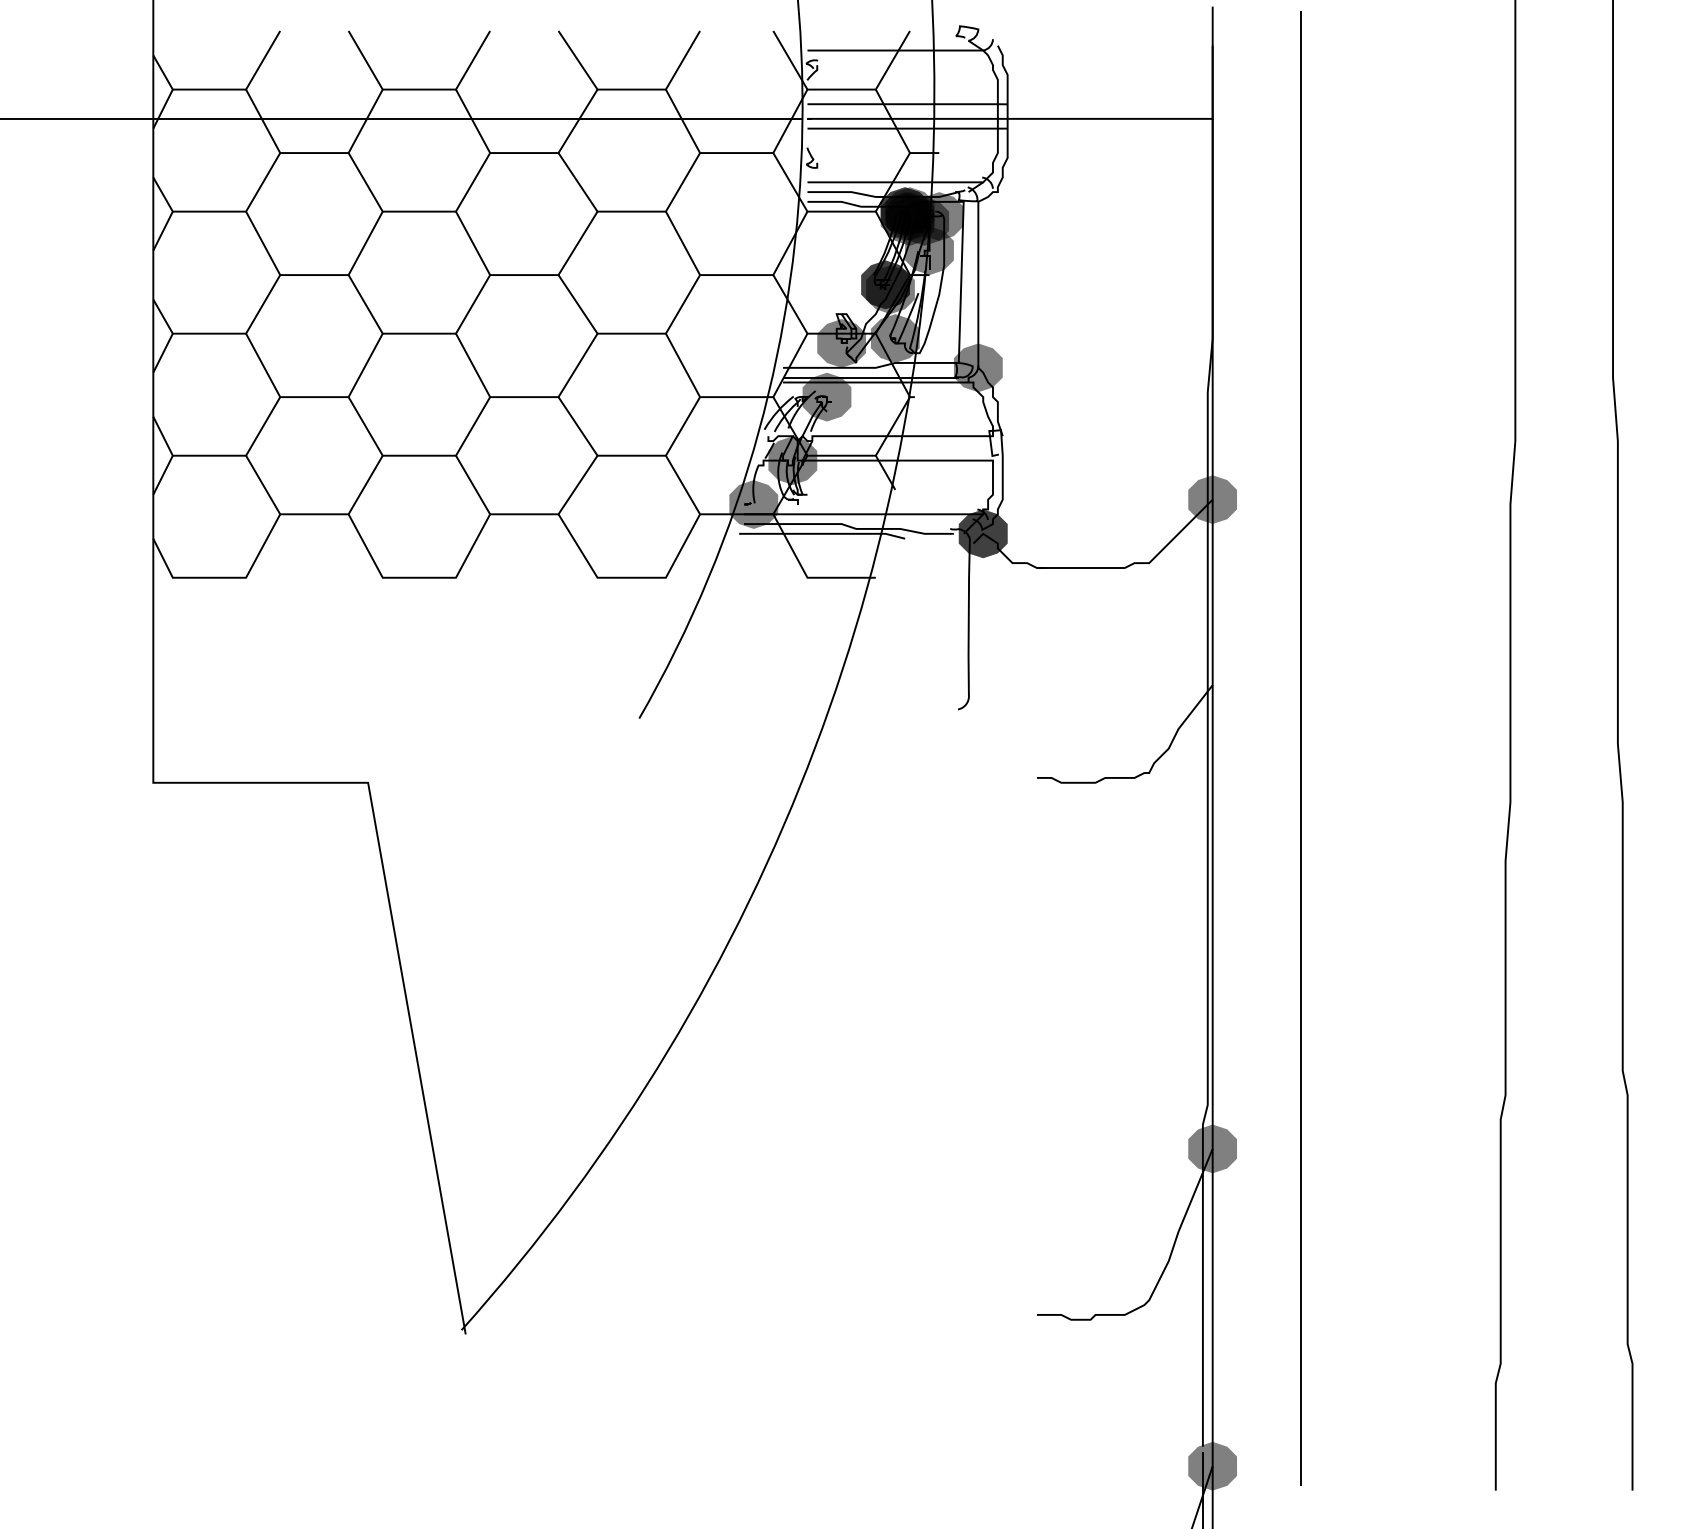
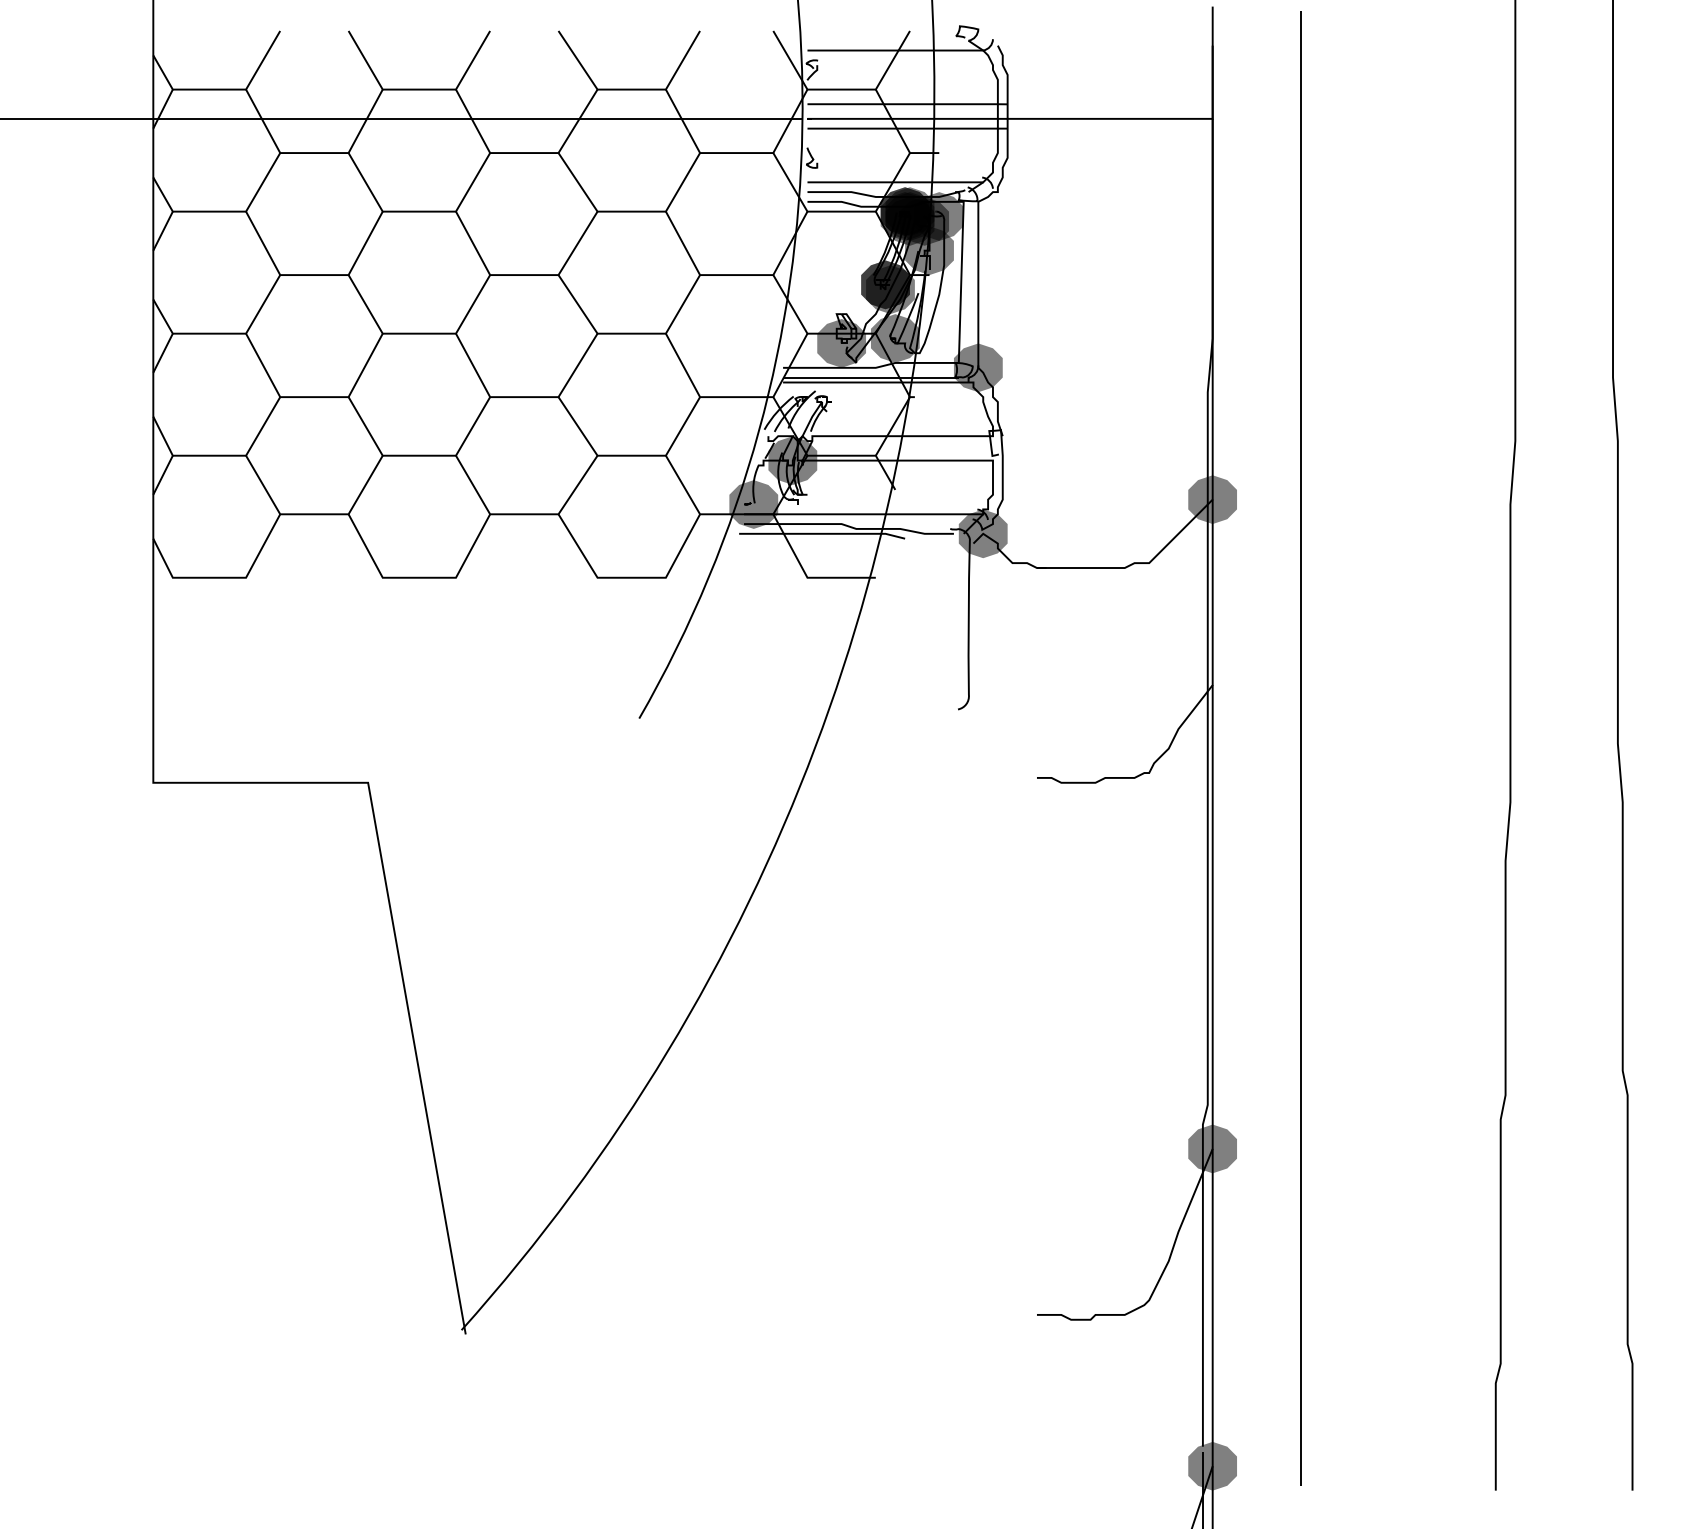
fill at (826, 396): present -> none
fill at (982, 533): present -> none
